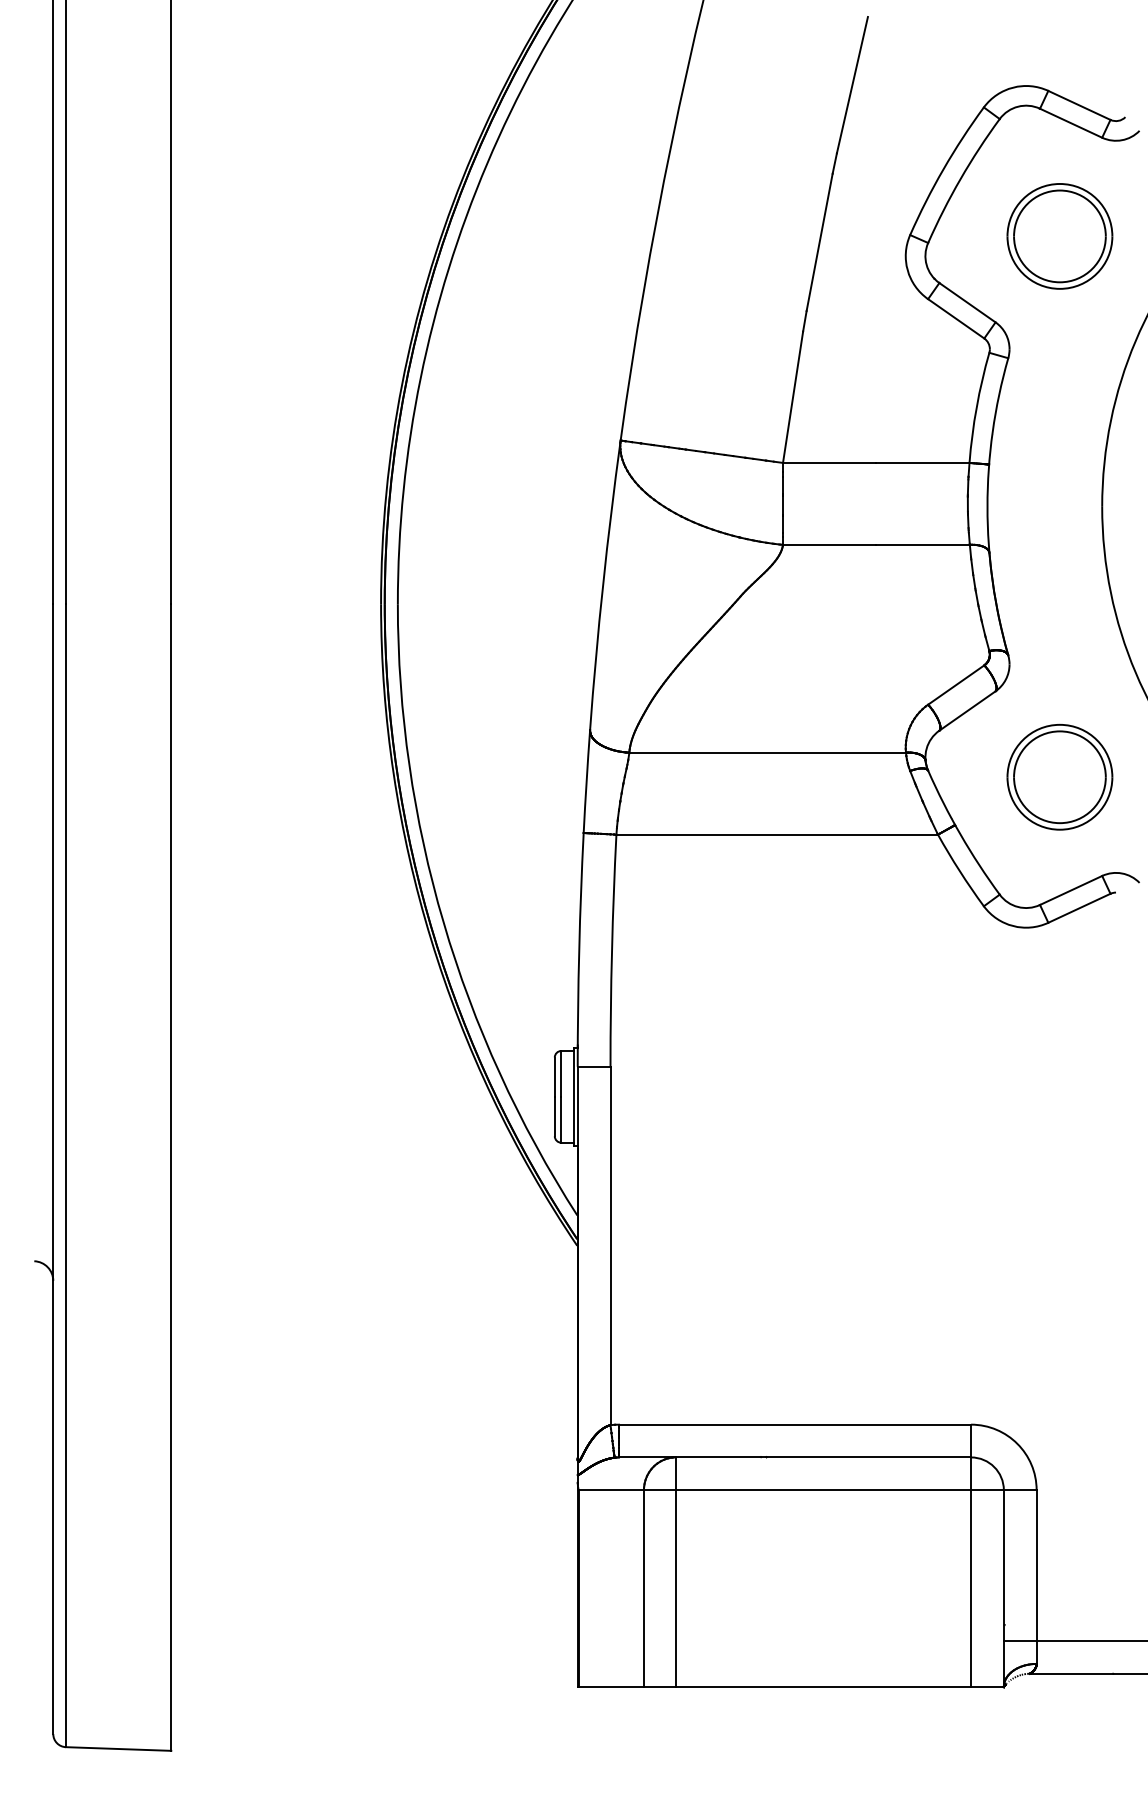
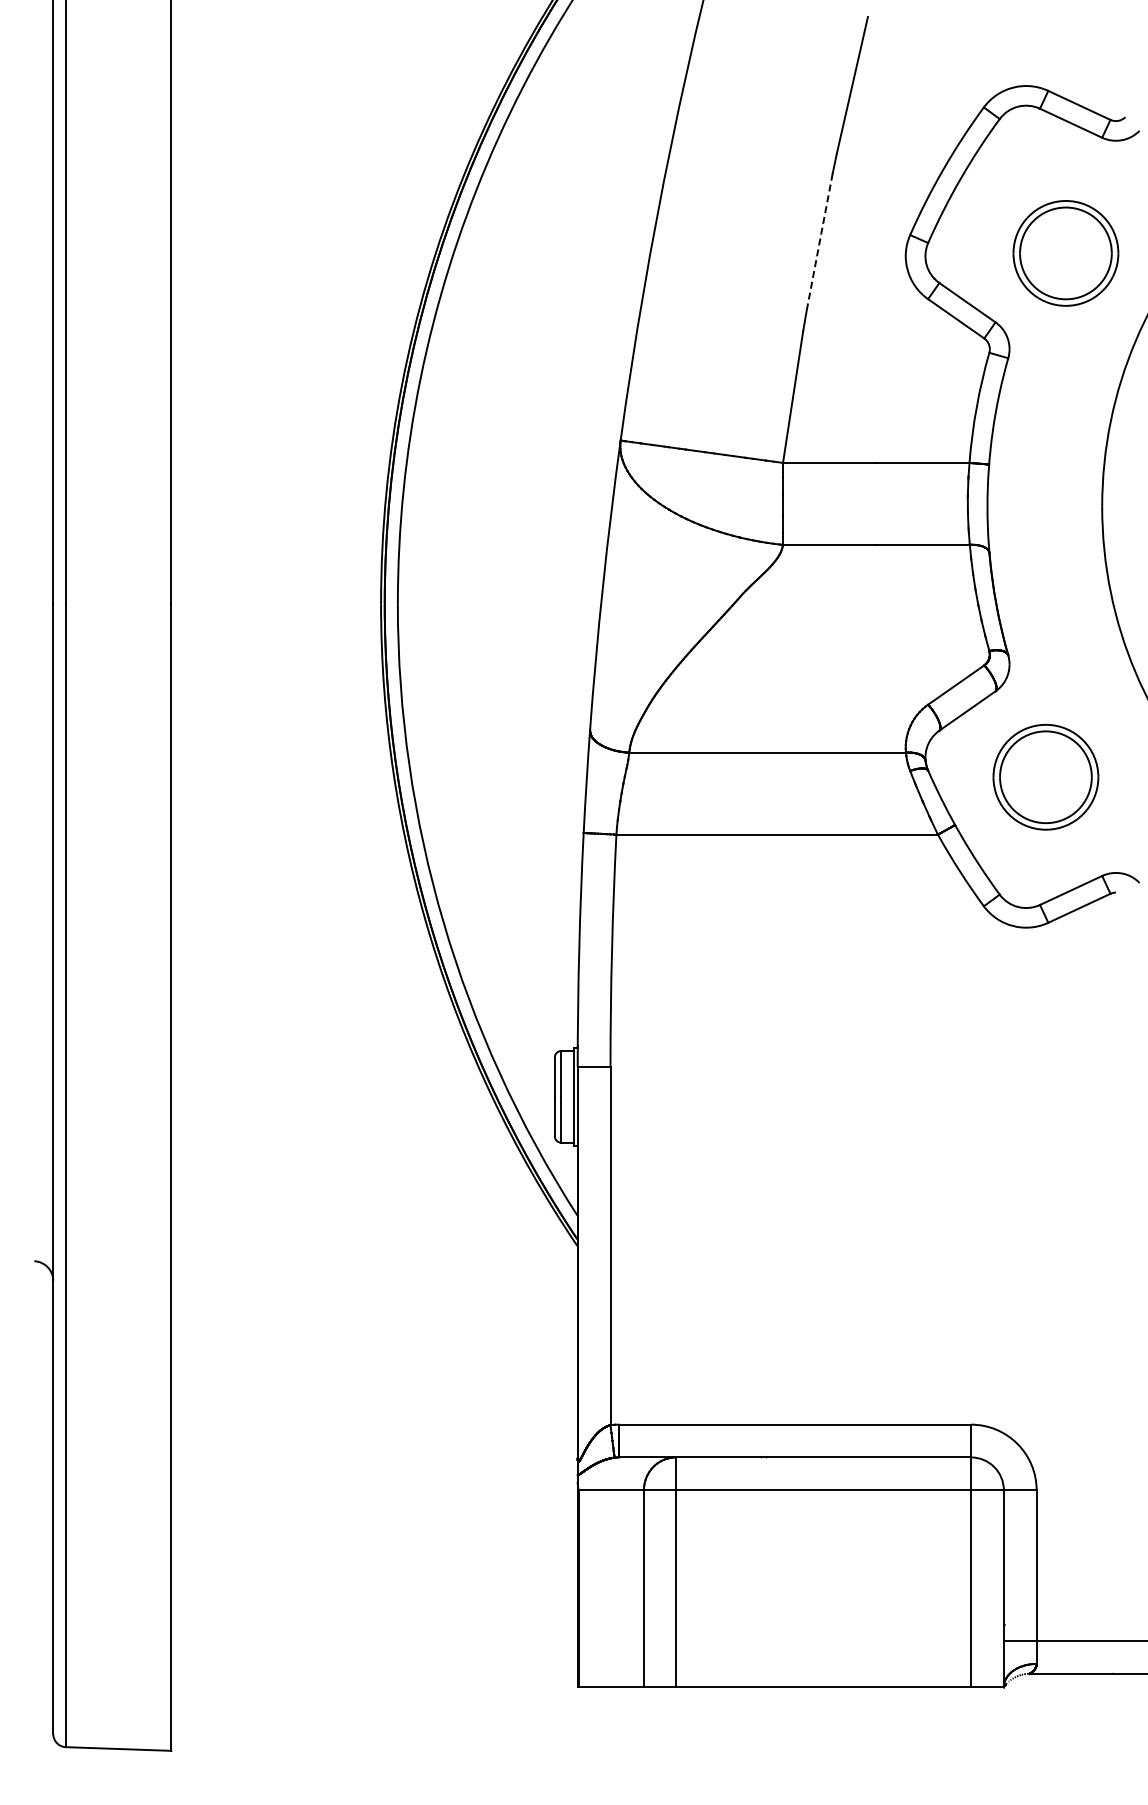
part at (1059, 236) position: (1059, 236) -> (1065, 253)
line at (819, 242): solid -> dashed
part at (1059, 777) position: (1059, 777) -> (1045, 777)
